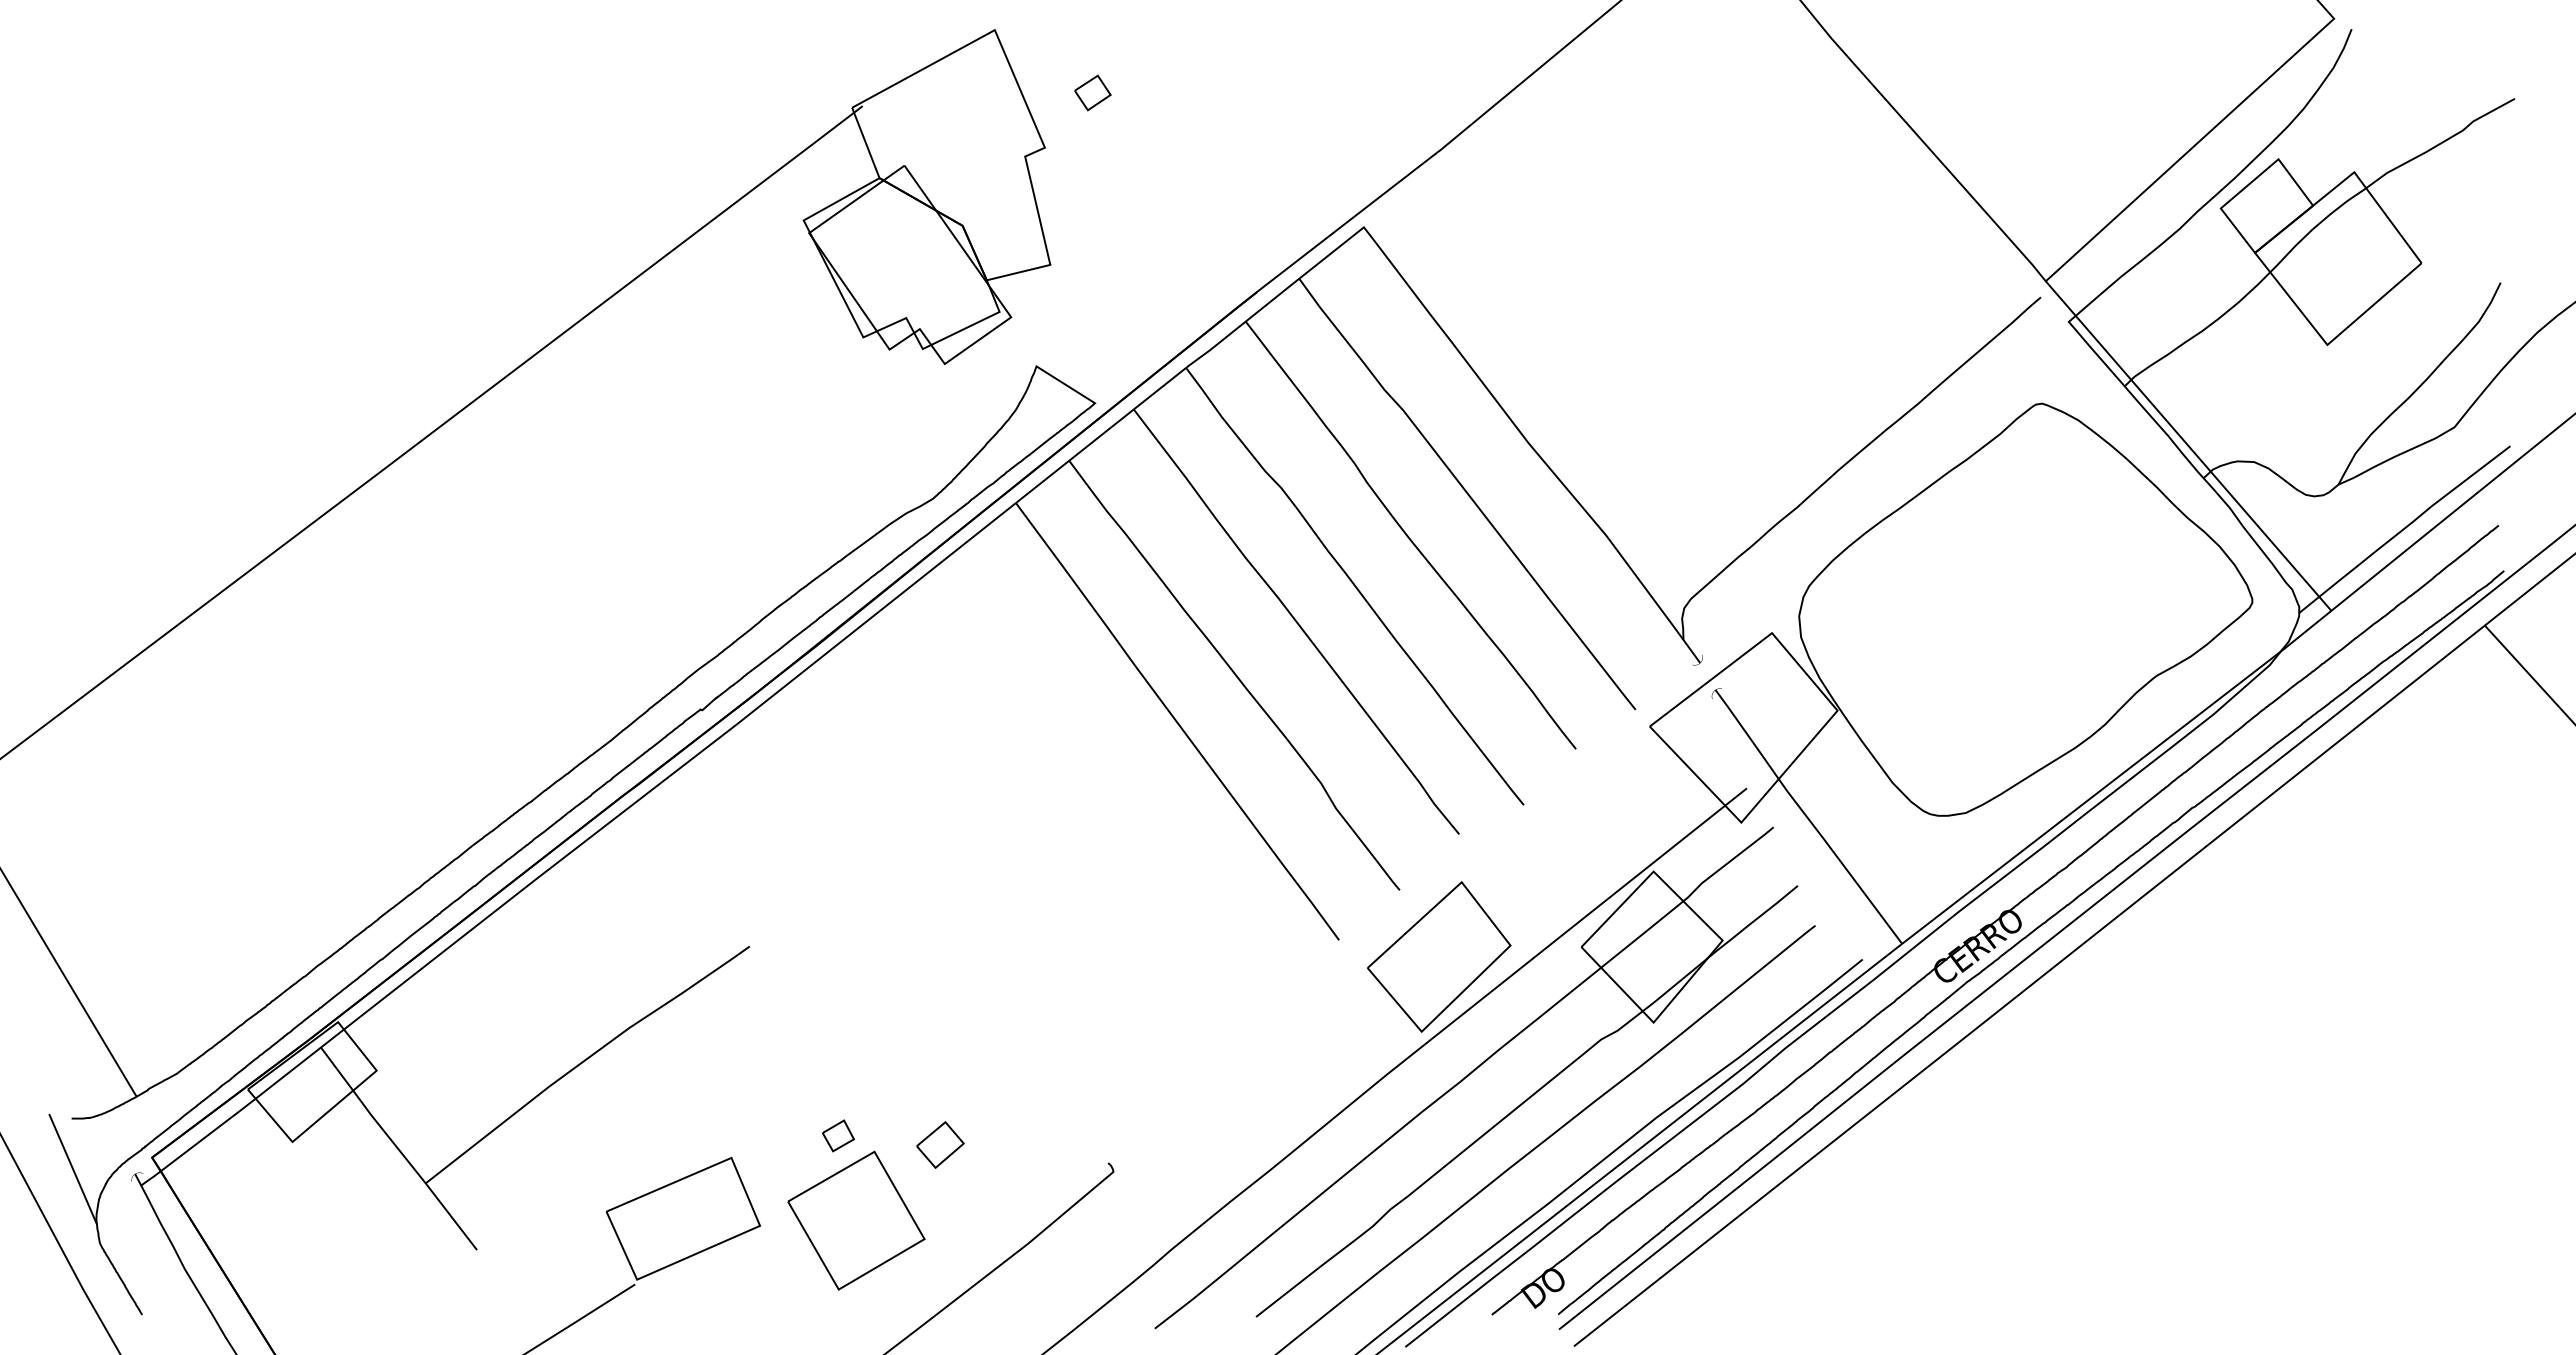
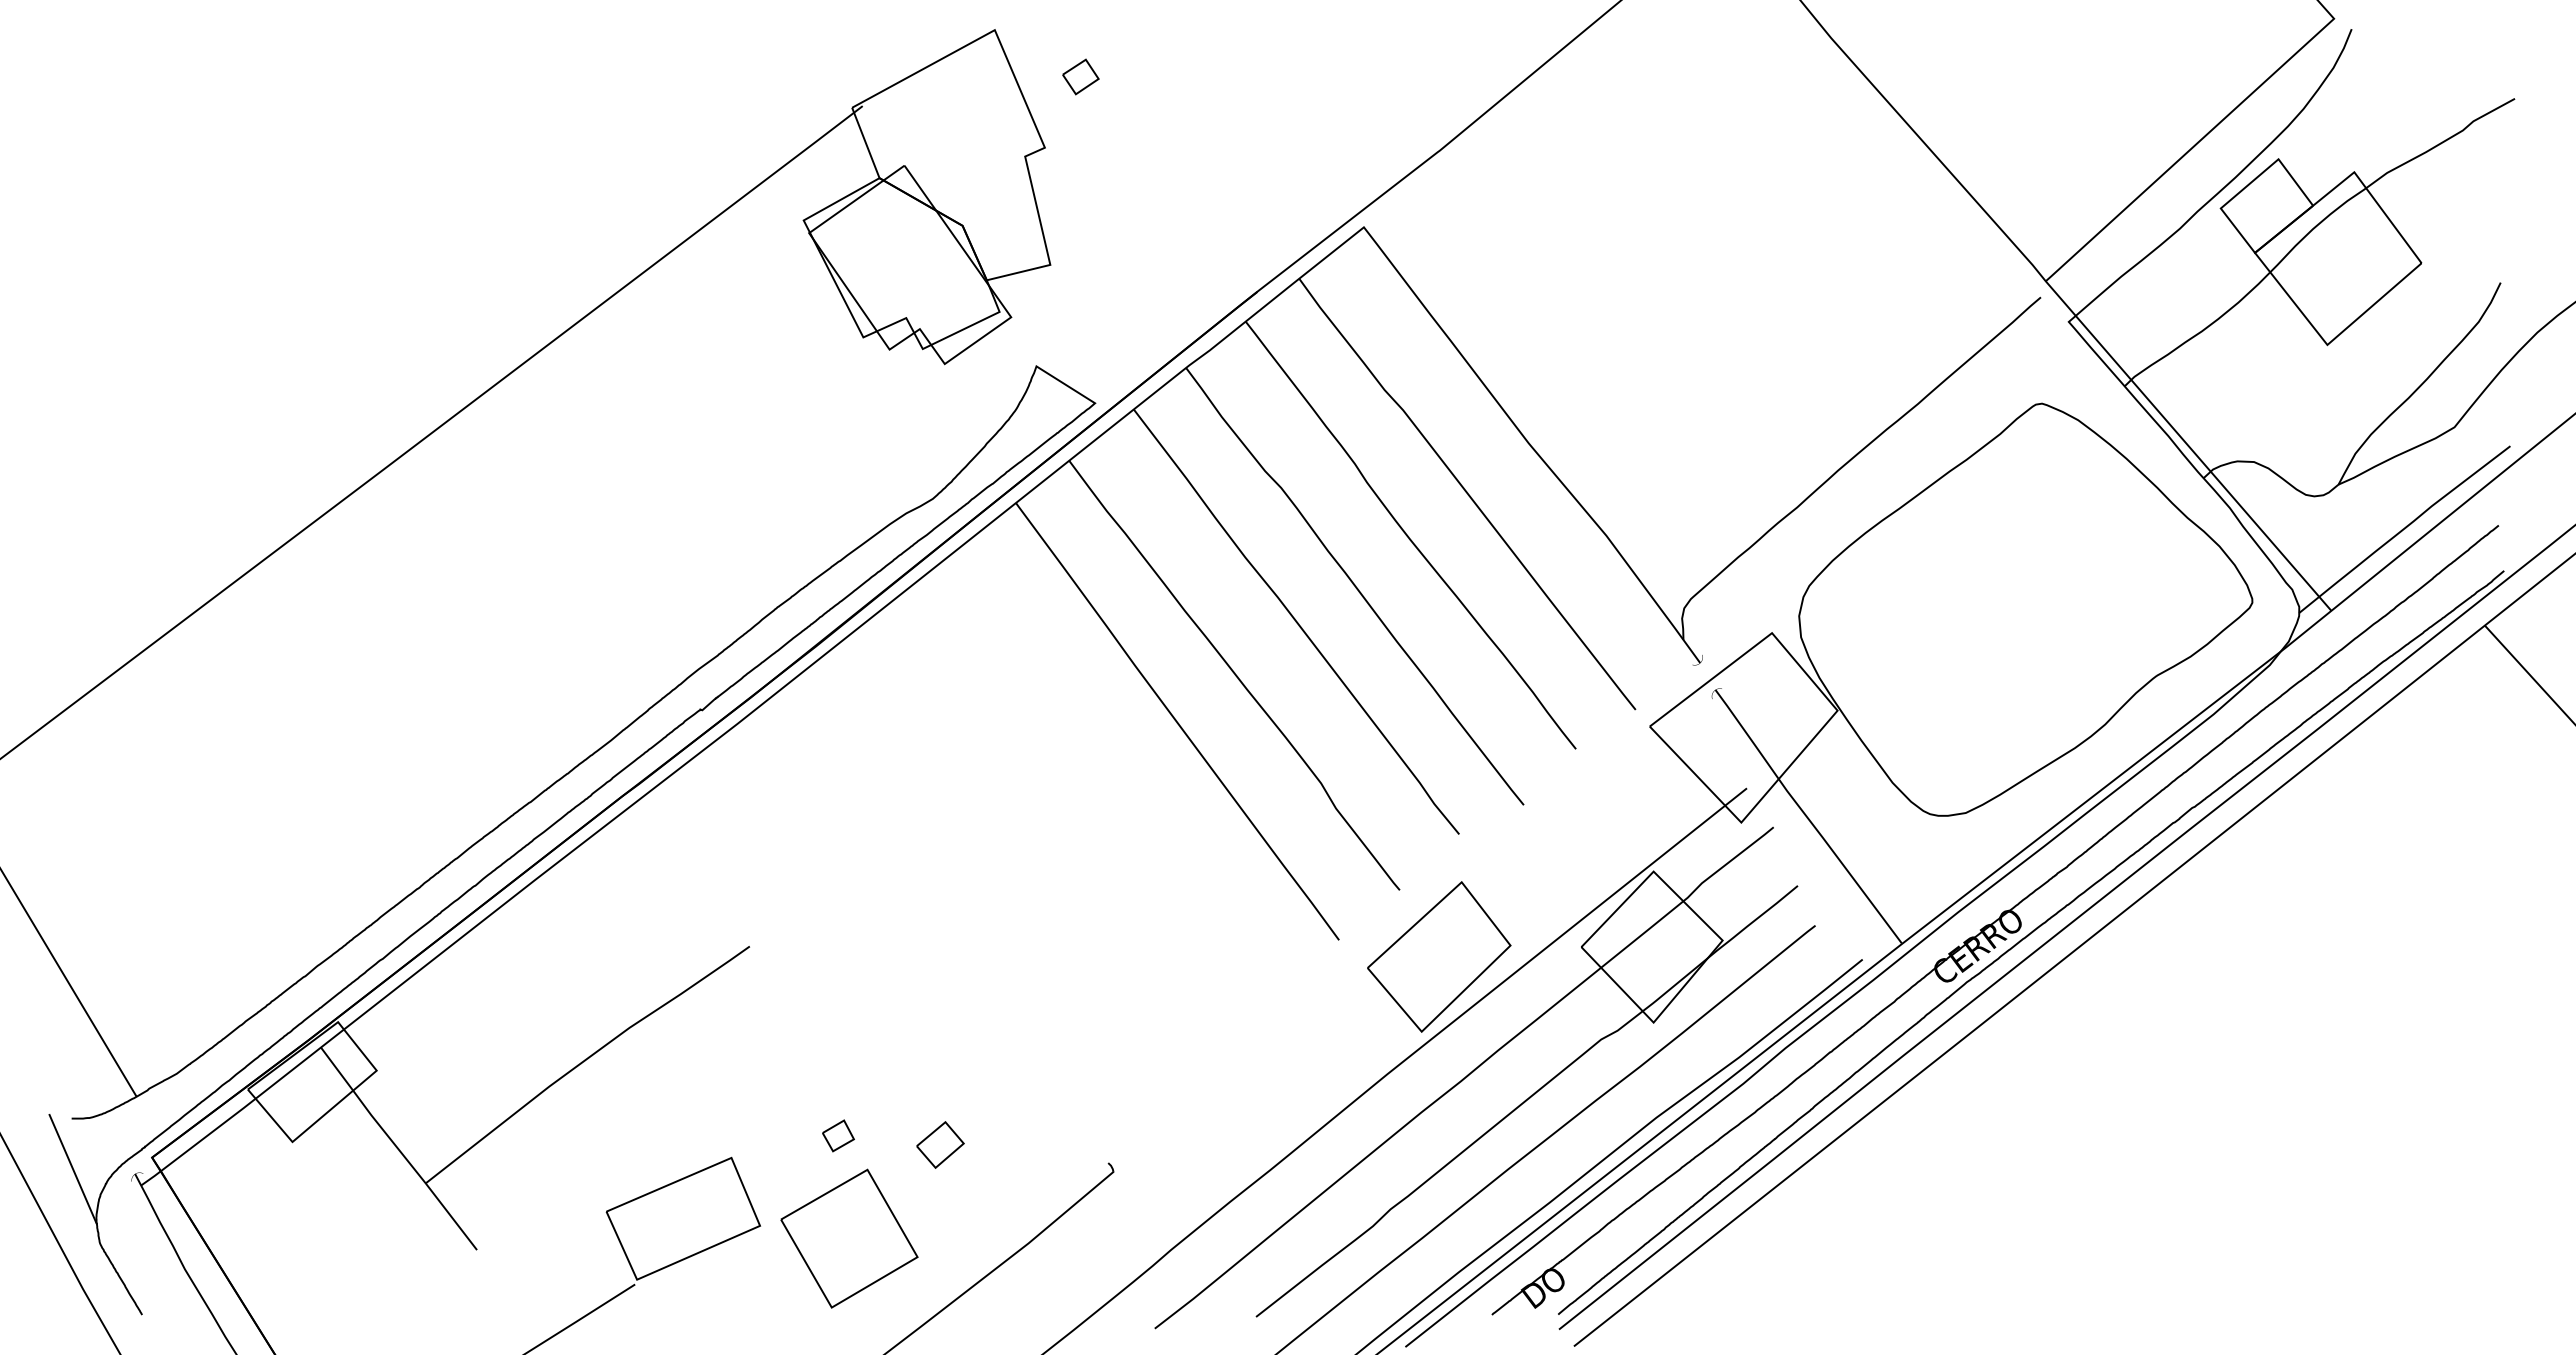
part at (1092, 92) position: (1092, 92) -> (1080, 76)
part at (856, 1220) position: (856, 1220) -> (849, 1238)
